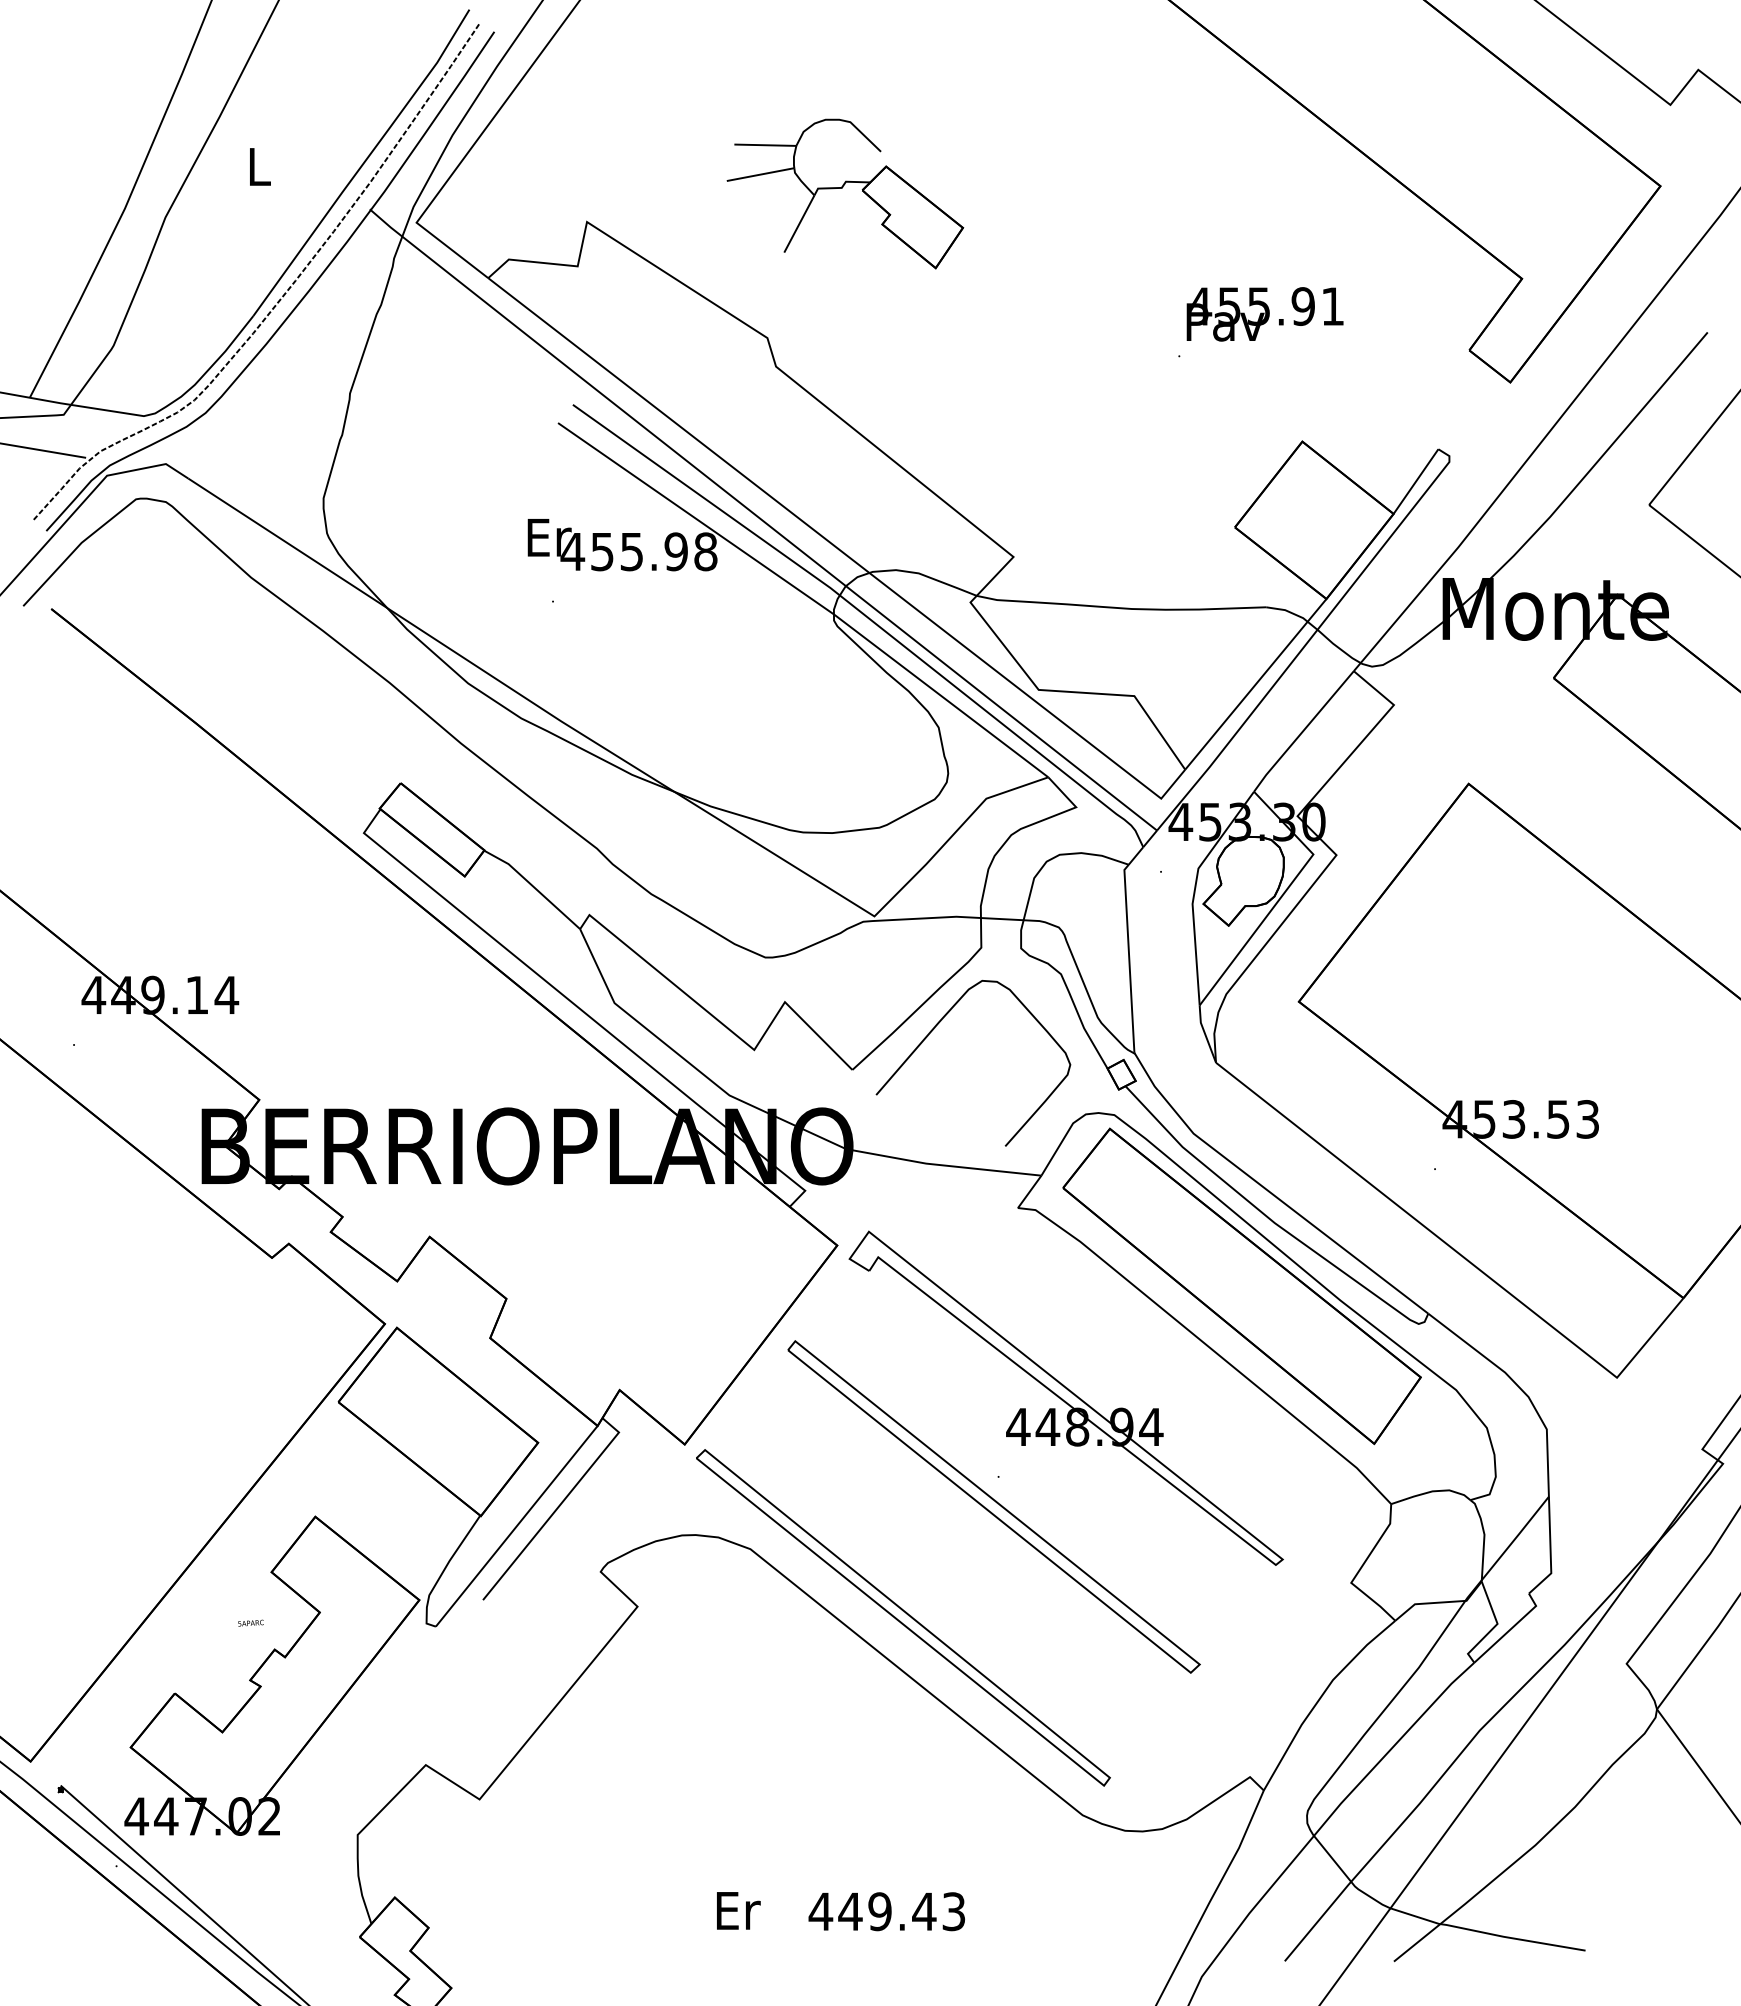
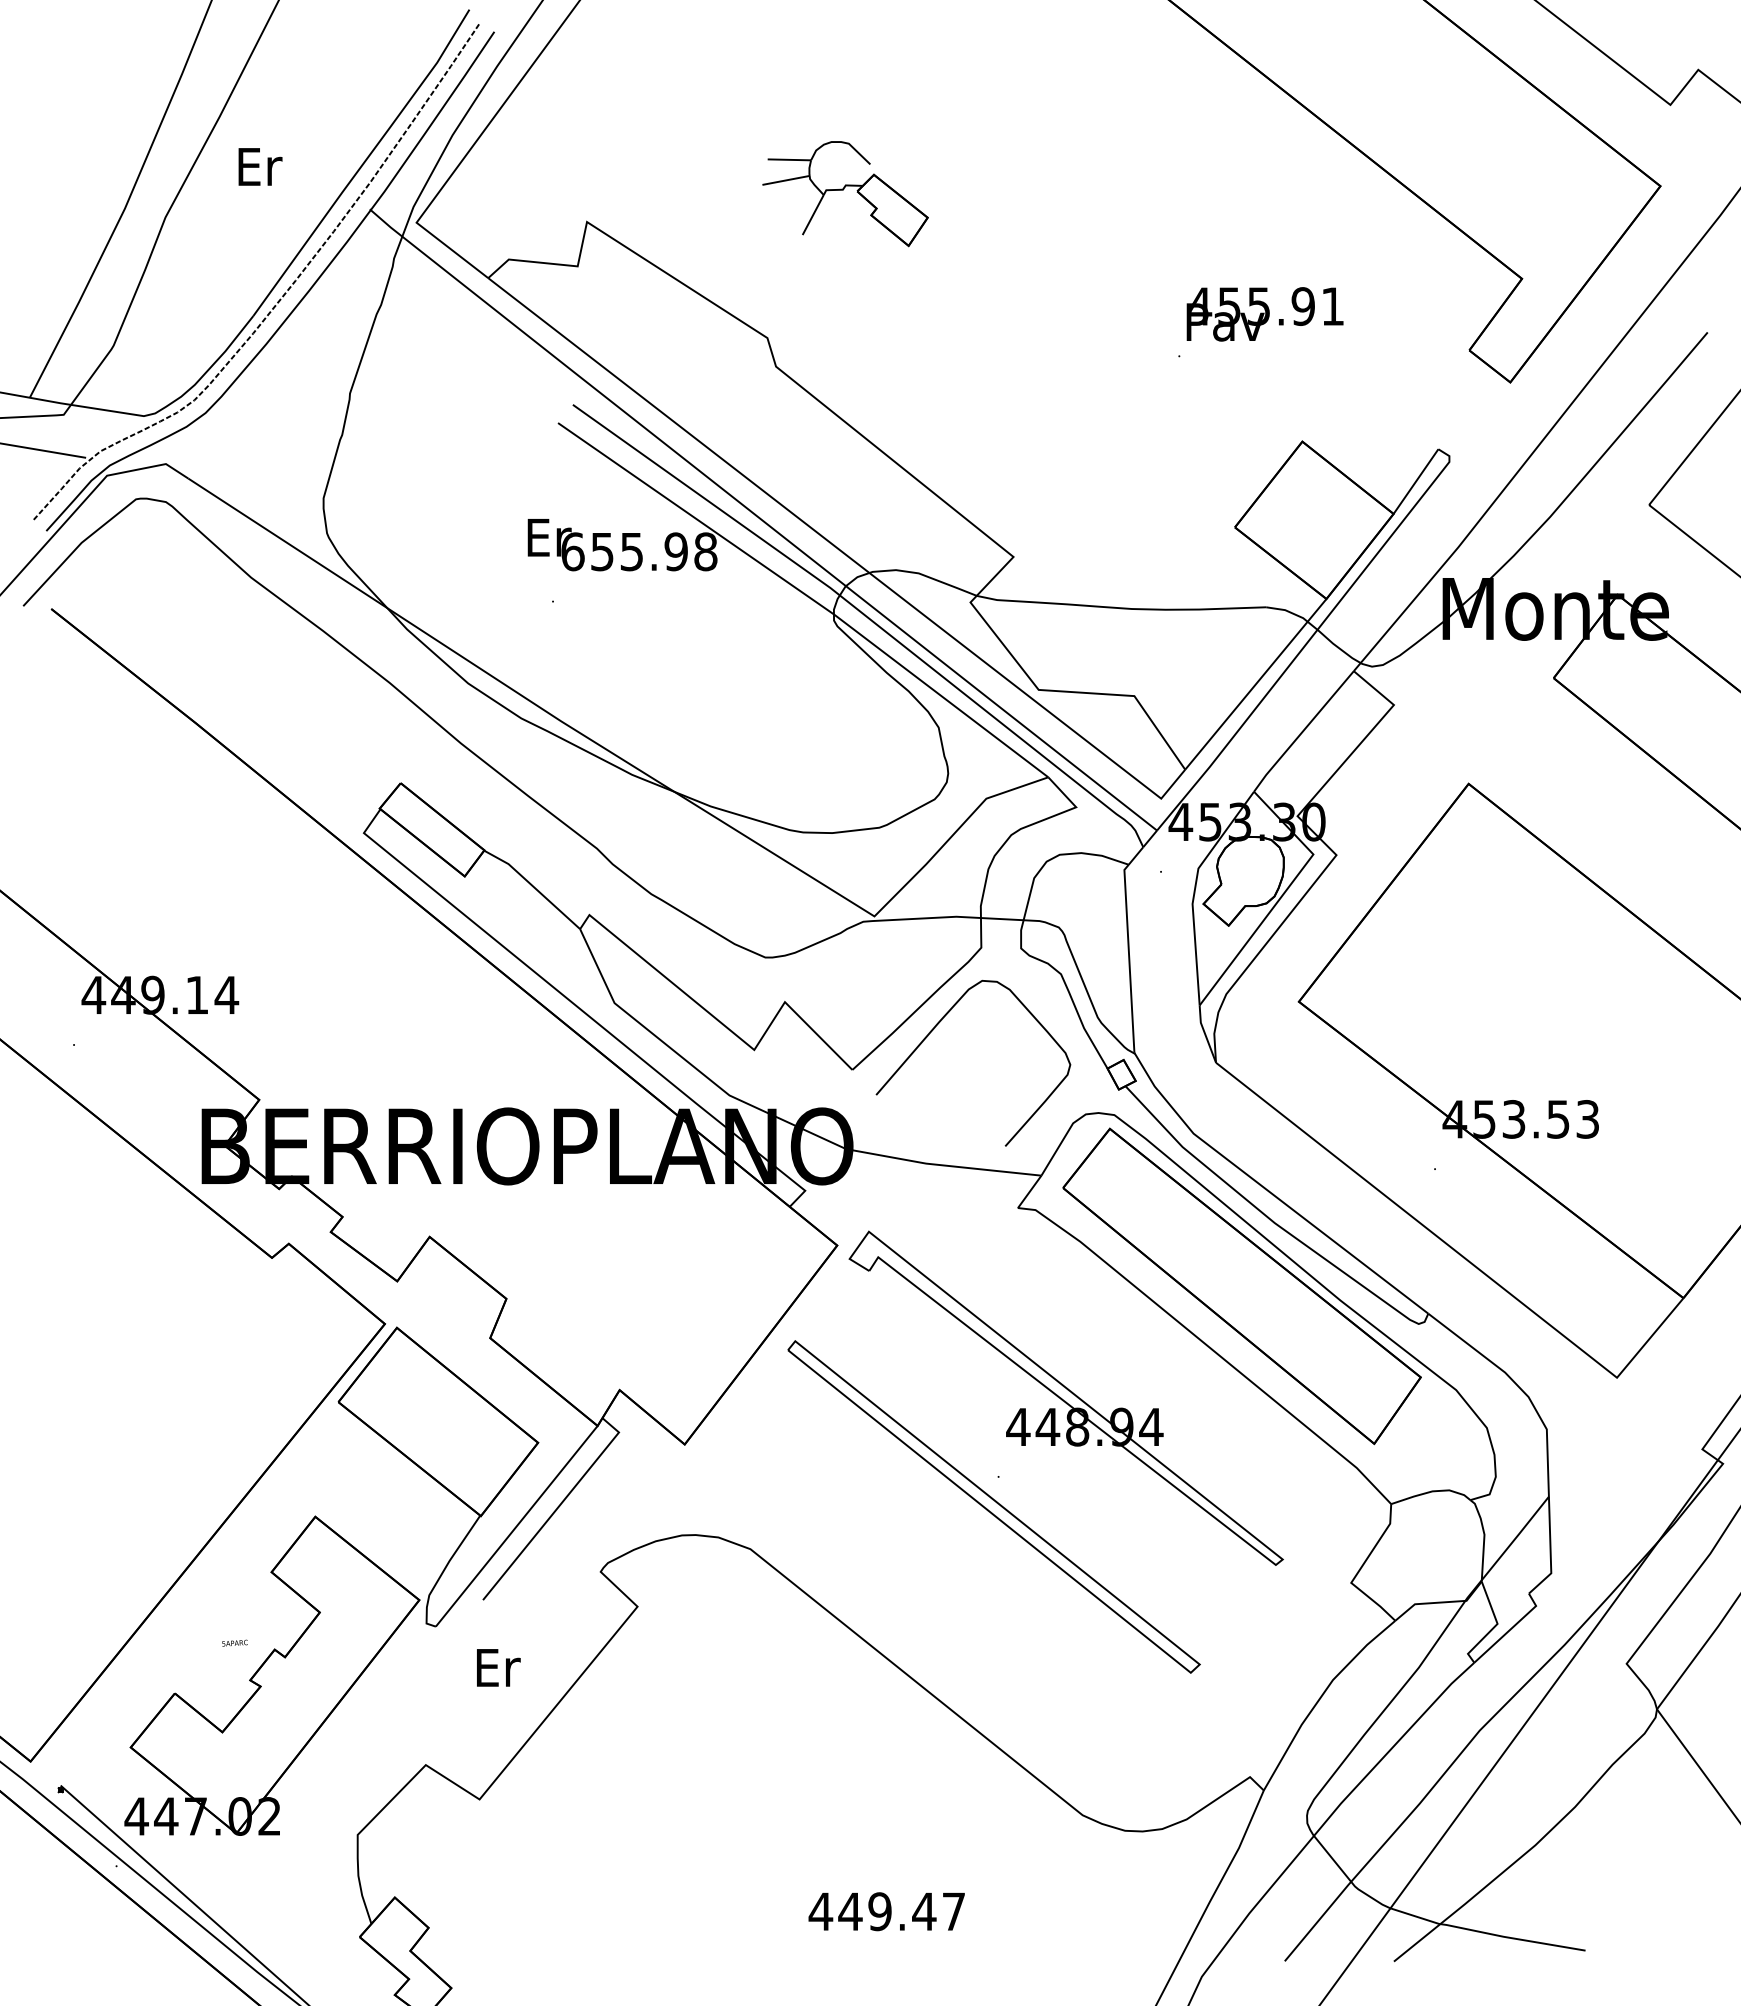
text at (260, 166): L -> Er
part at (845, 193) size: 239x152 px -> 167x107 px
text at (572, 551): 455.98 -> 655.98
part at (903, 1617): present -> none
text at (250, 1622) position: (250, 1622) -> (234, 1642)
text at (738, 1910) position: (738, 1910) -> (498, 1667)
text at (953, 1911): 449.43 -> 449.47
